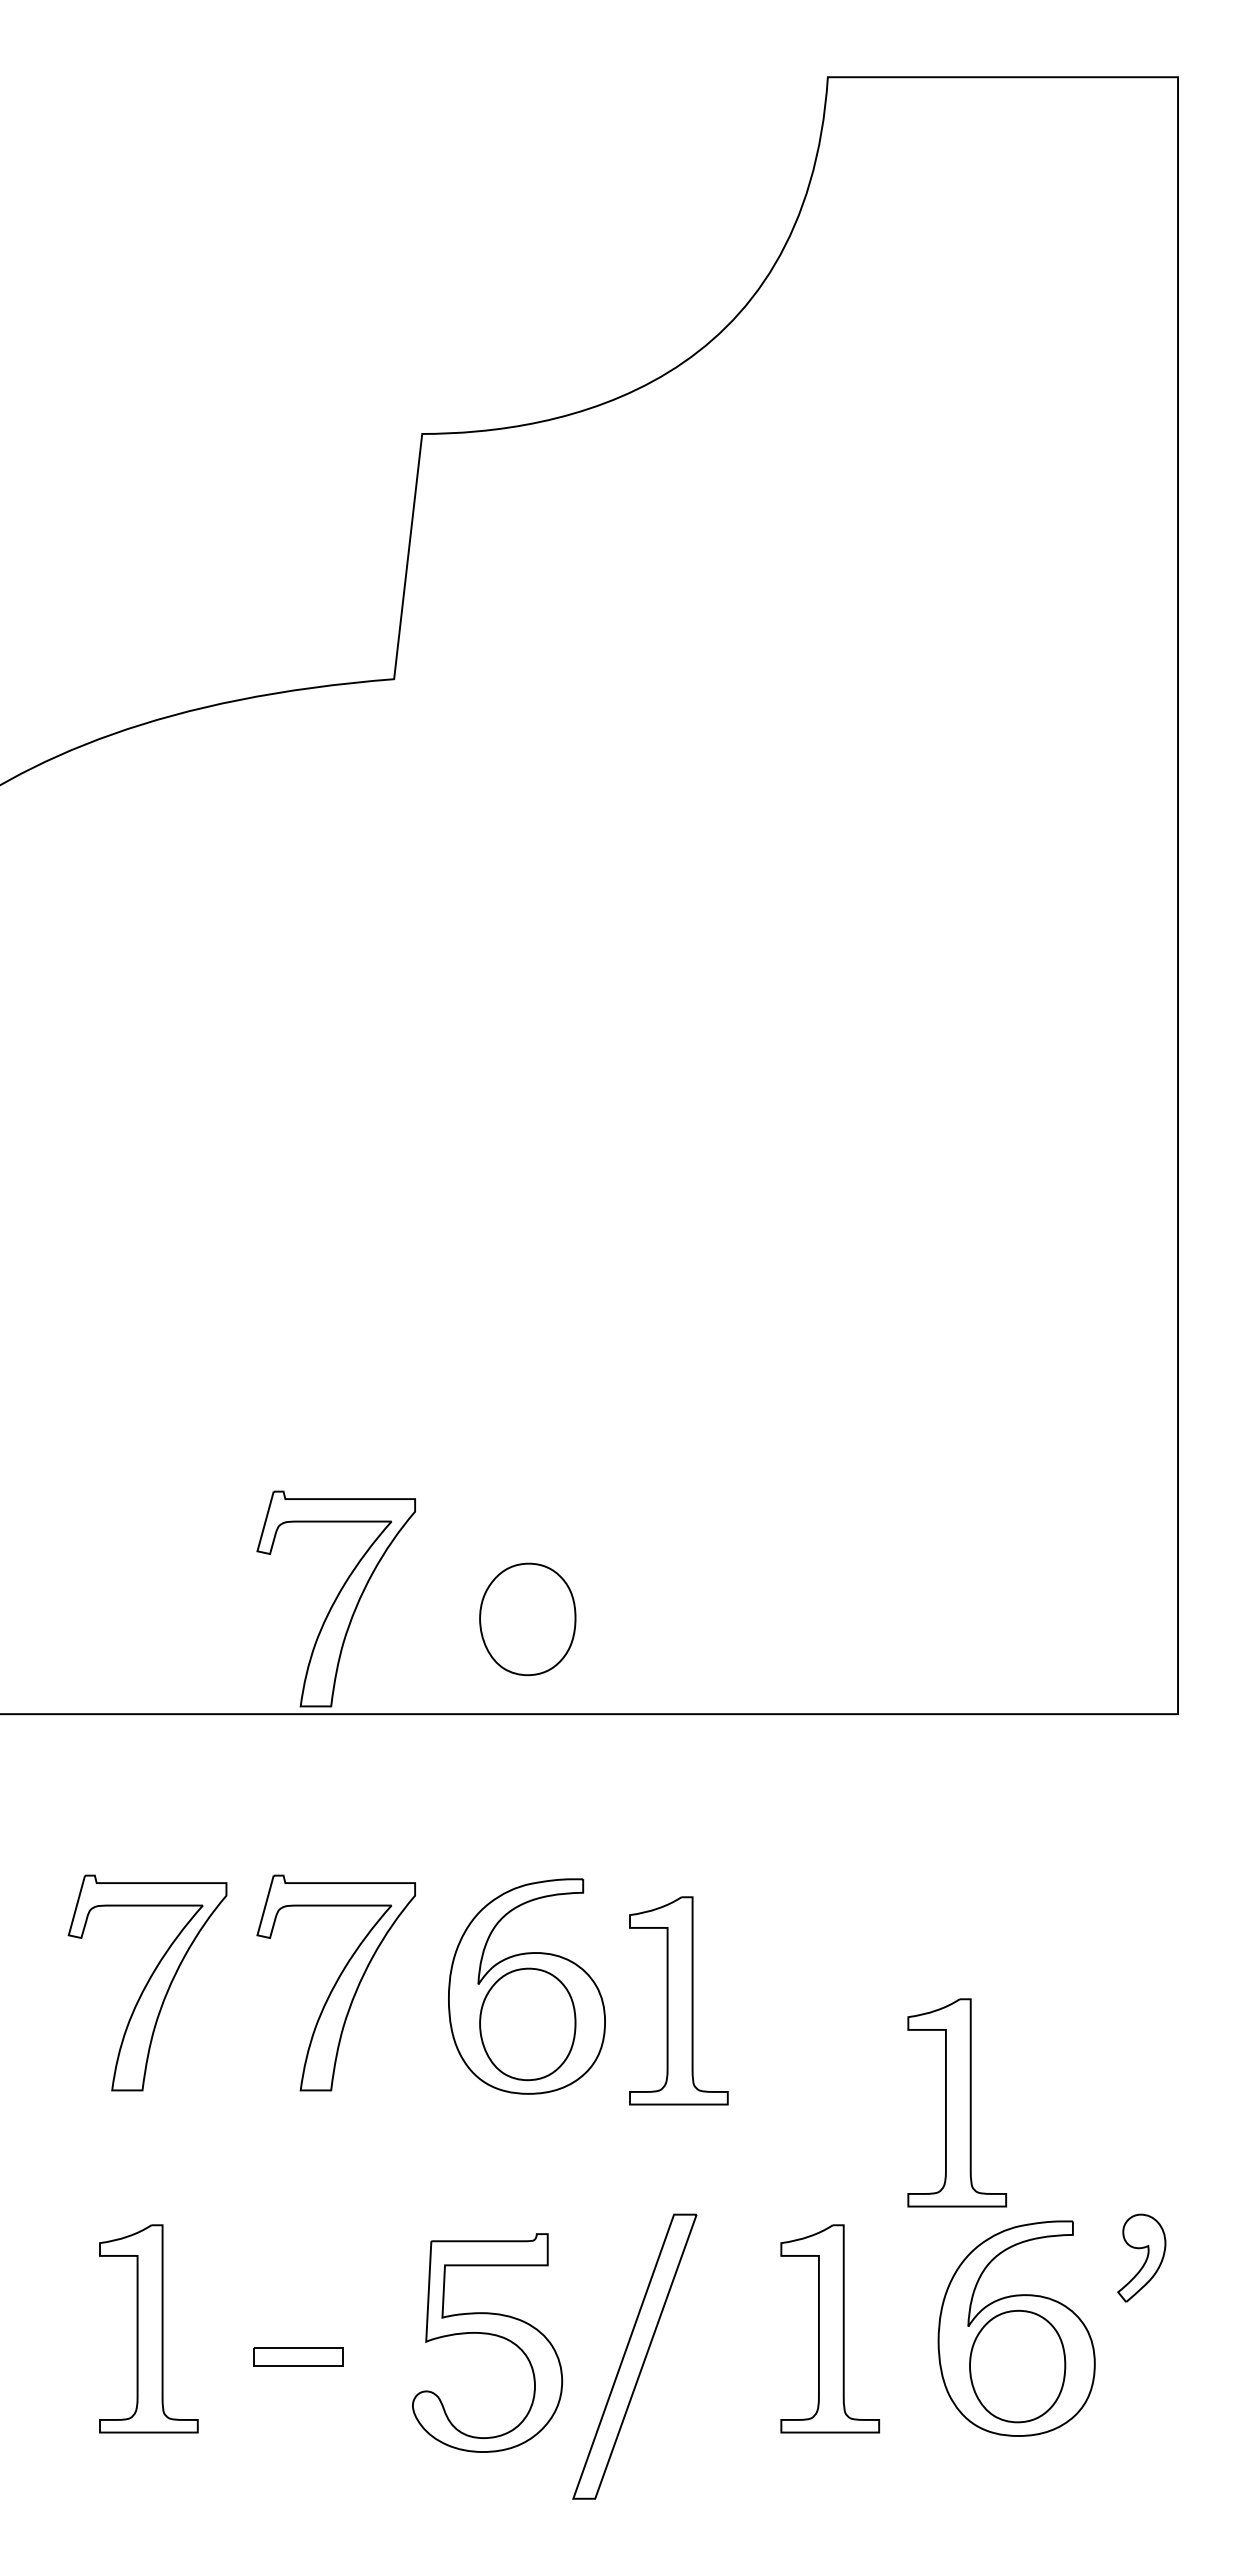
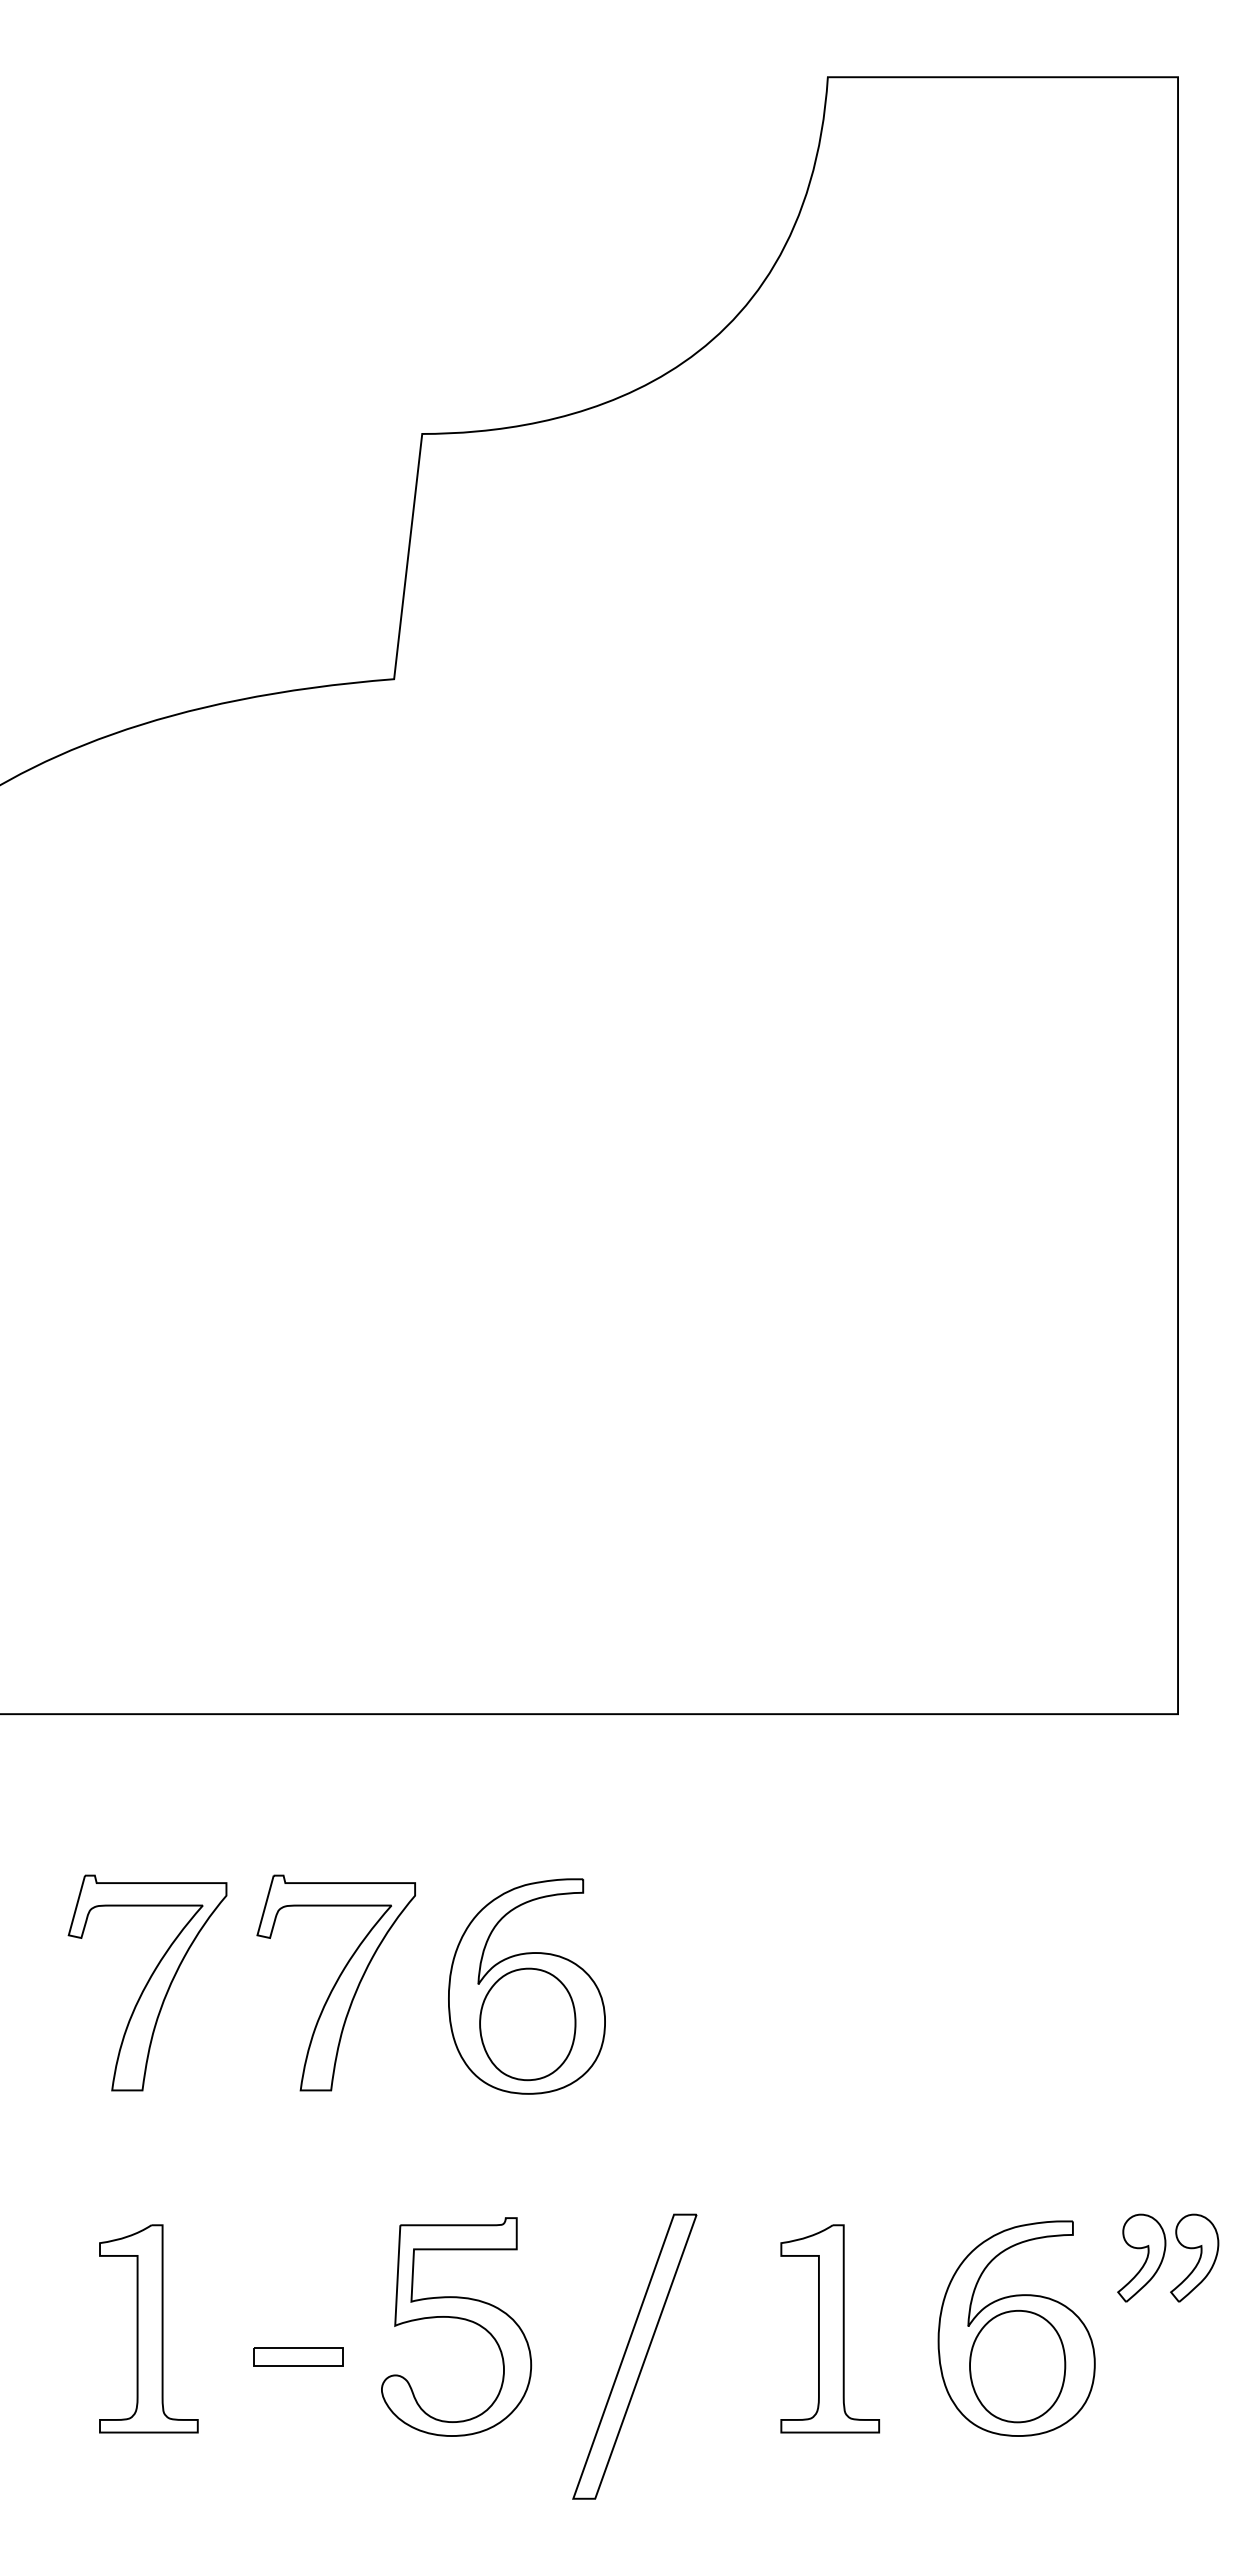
part at (335, 1598): present -> none
part at (527, 1619): present -> none
part at (678, 2000): present -> none
part at (956, 2102): present -> none
part at (1194, 2257): none -> present
part at (490, 2335) position: (490, 2335) -> (459, 2319)
